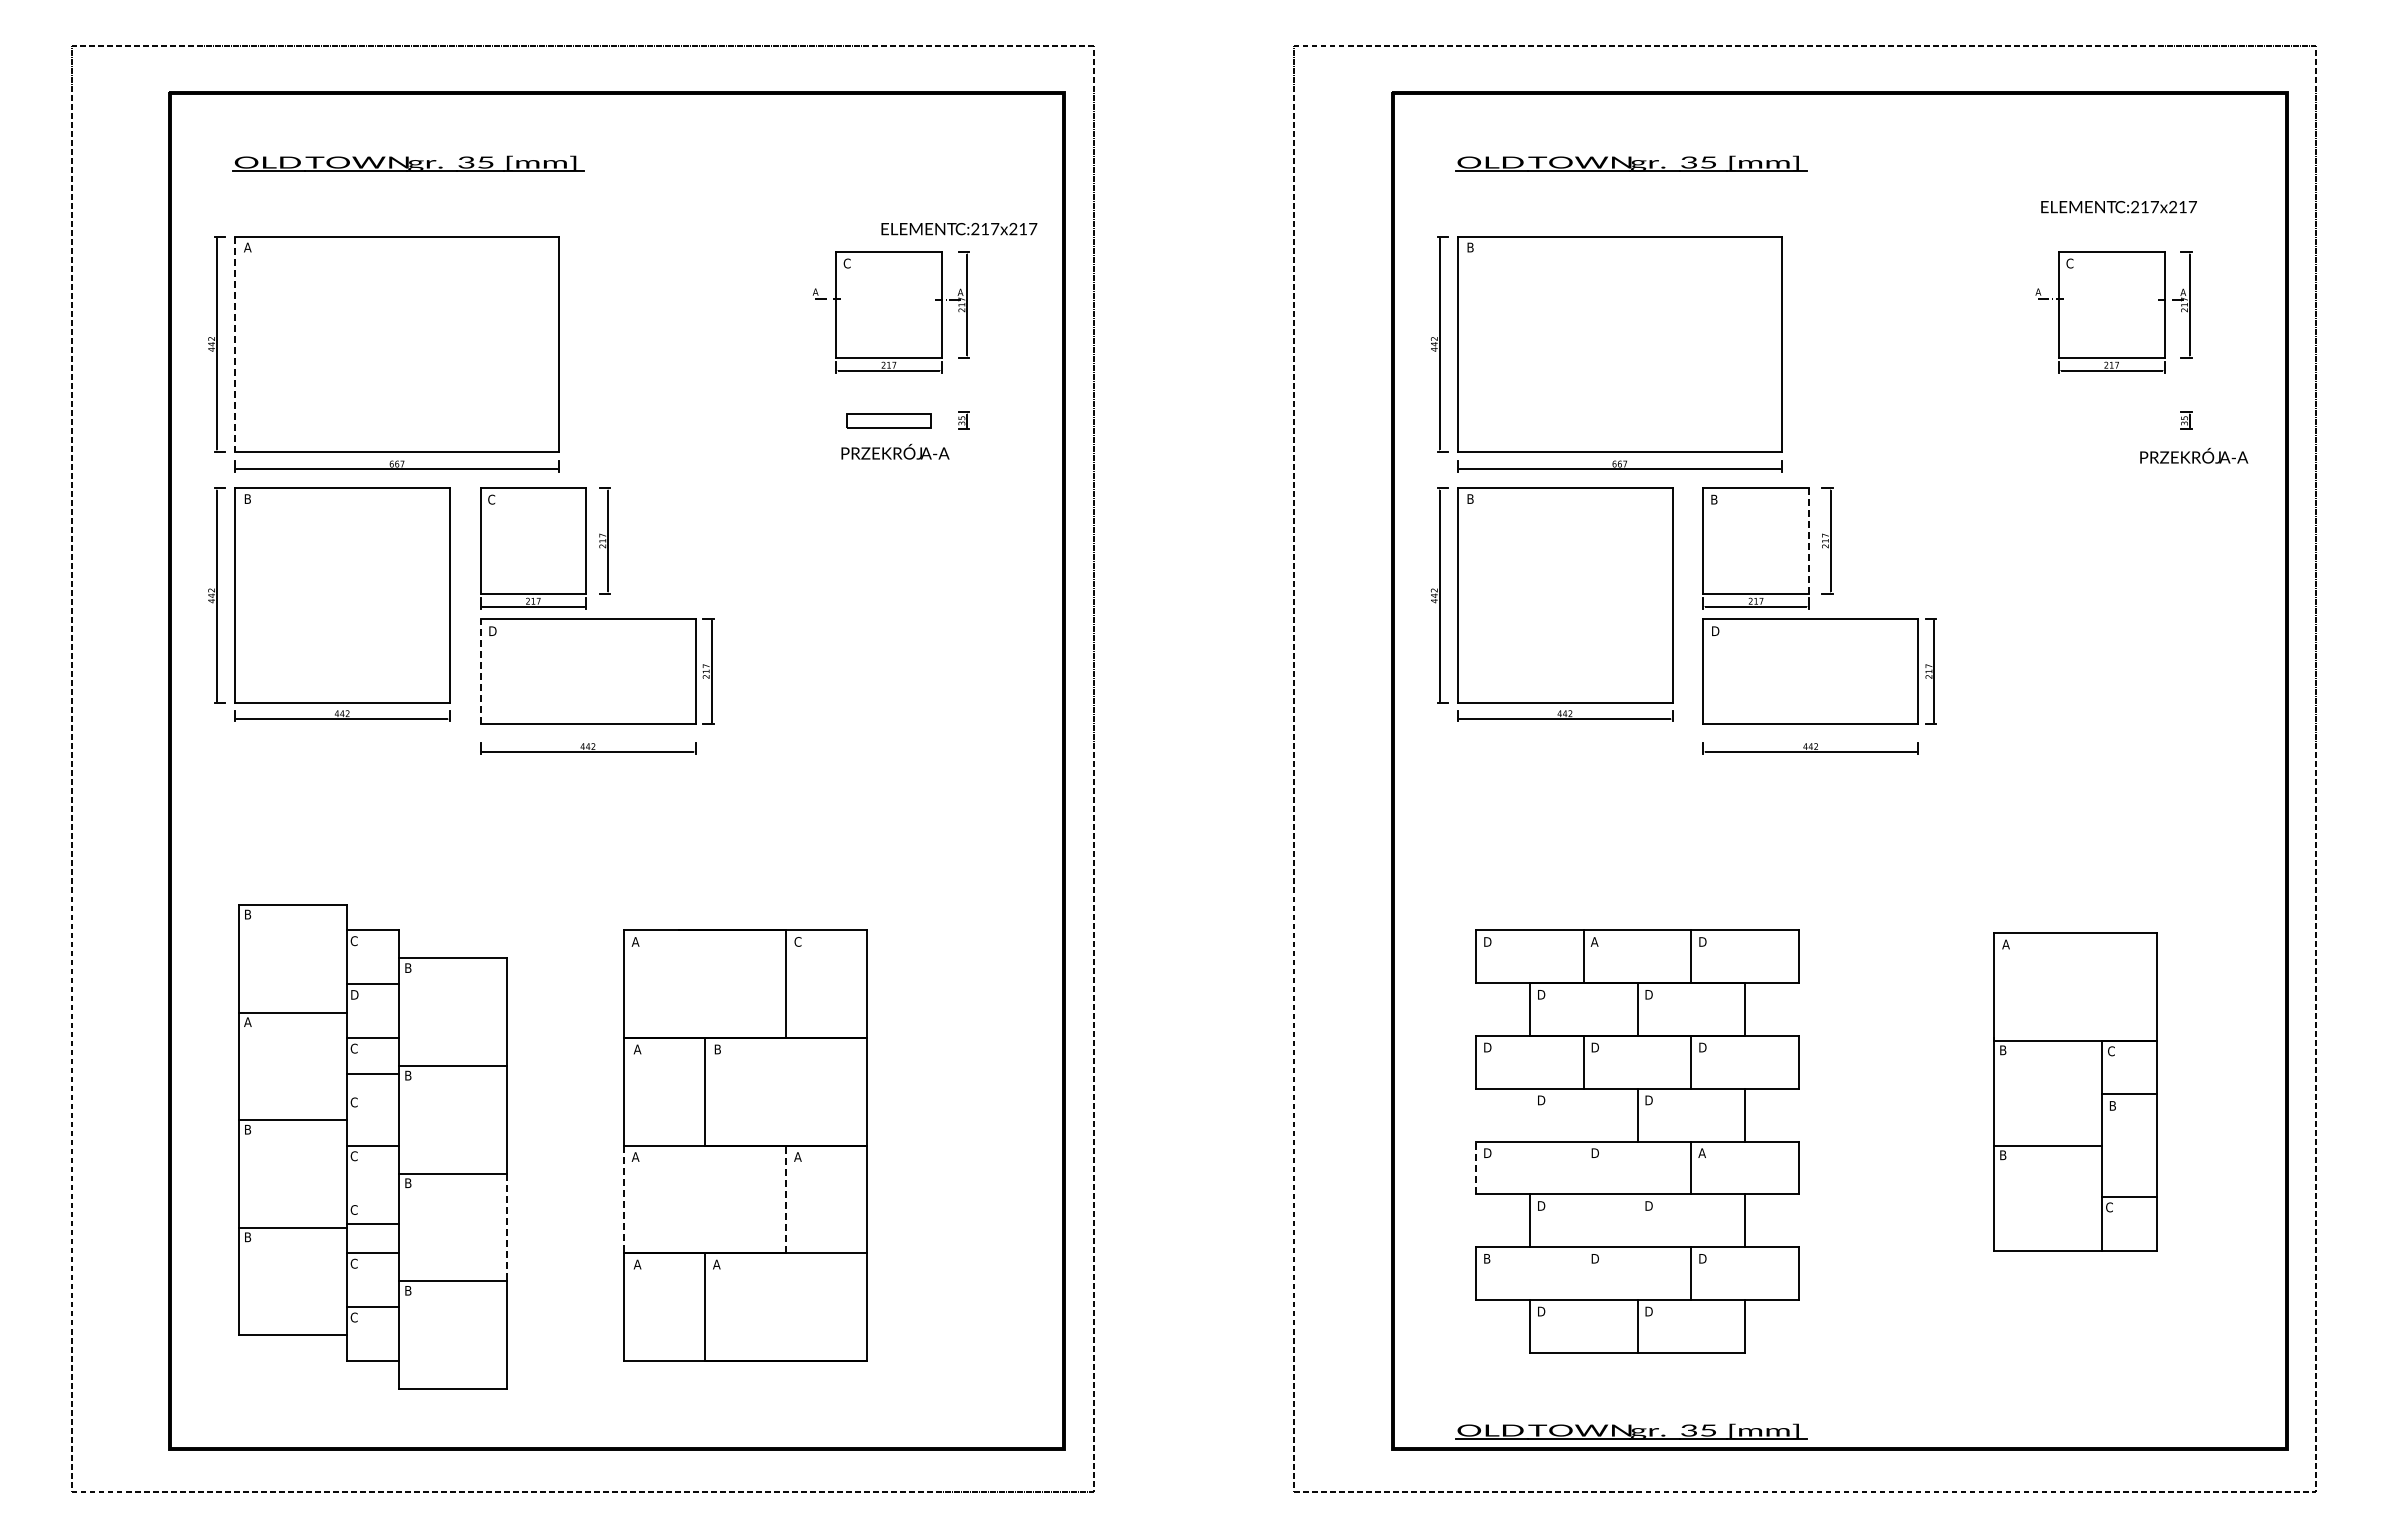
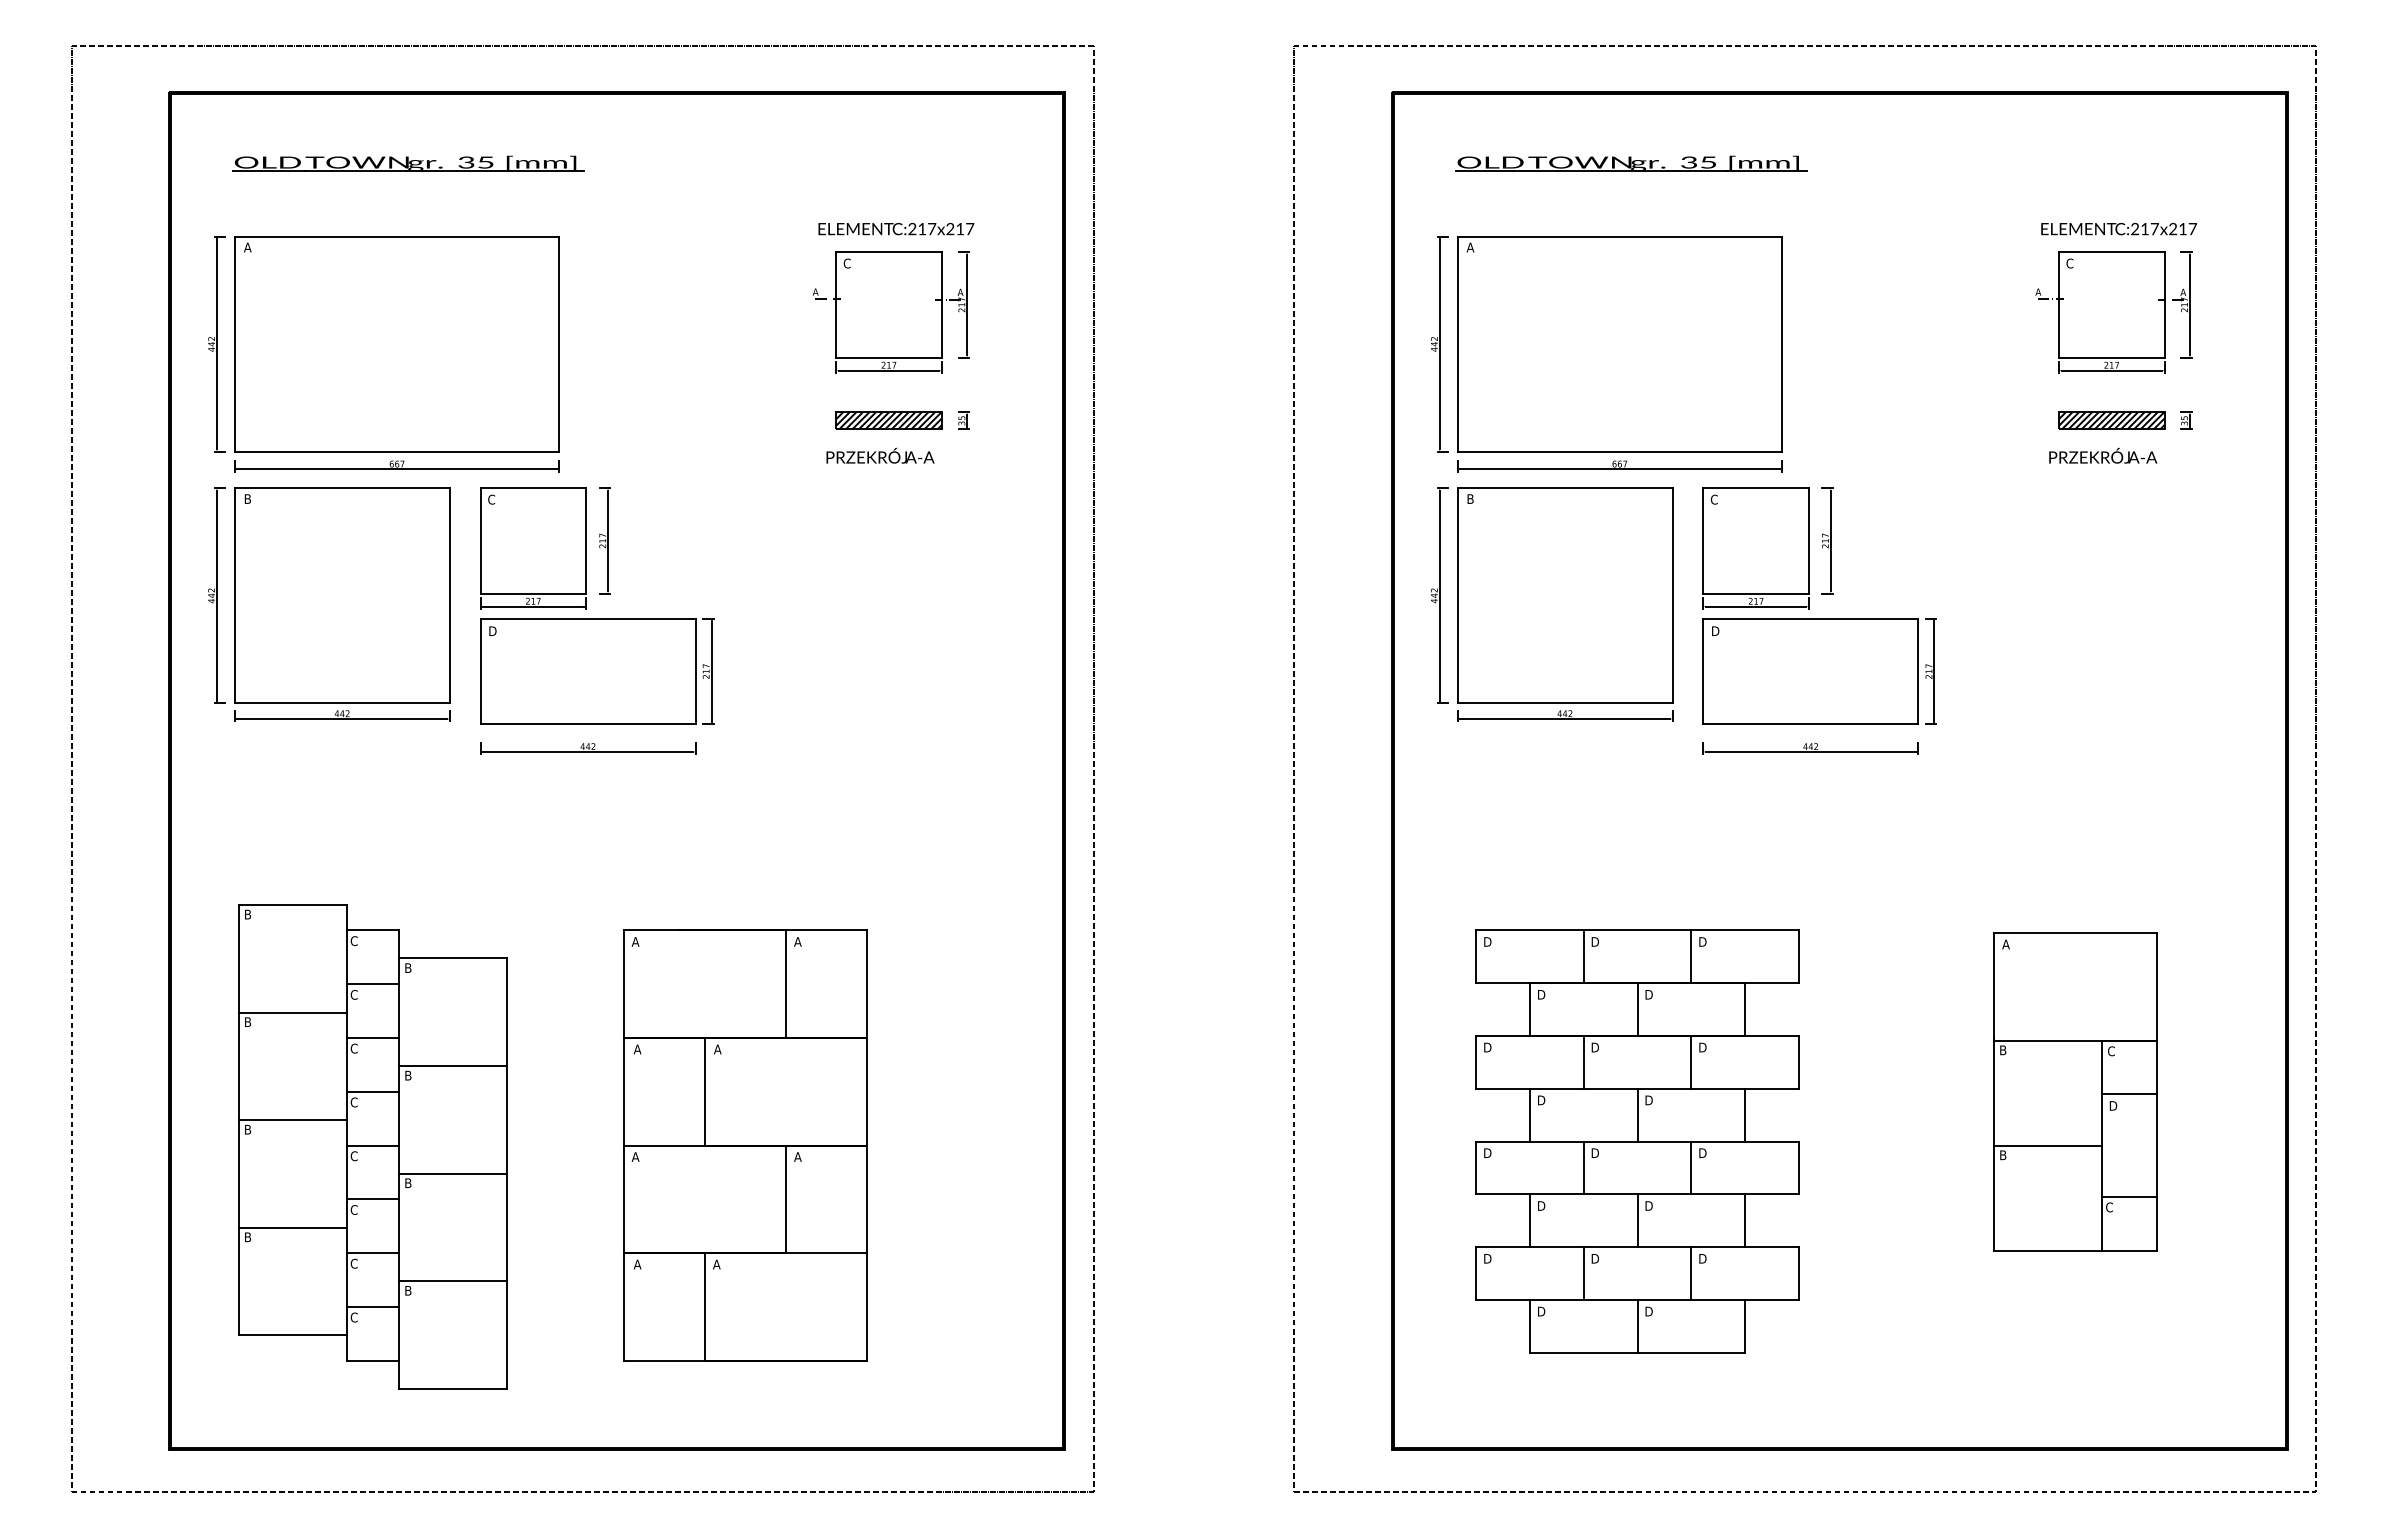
text at (2118, 207) position: (2118, 207) -> (2118, 229)
text at (959, 229) position: (959, 229) -> (896, 229)
text at (1470, 247): B -> A
line at (234, 344): dashed -> solid
part at (888, 420) size: 86x16 px -> 108x19 px
part at (2111, 420): none -> present
text at (895, 451) position: (895, 451) -> (880, 455)
text at (2194, 455) position: (2194, 455) -> (2103, 455)
text at (1713, 499): B -> C
line at (1808, 540): dashed -> solid
line at (480, 671): dashed -> solid
text at (797, 941): C -> A
text at (1594, 941): A -> D
text at (354, 994): D -> C
text at (247, 1021): A -> B
text at (717, 1049): B -> A
line at (372, 1073) position: (372, 1073) -> (372, 1091)
text at (2114, 1105): B -> D
line at (1529, 1114): none -> present
text at (1702, 1152): A -> D
line at (1476, 1167): dashed -> solid
line at (1583, 1167): none -> present
line at (623, 1199): dashed -> solid
line at (786, 1199): dashed -> solid
line at (1637, 1220): none -> present
line at (372, 1224) position: (372, 1224) -> (372, 1199)
line at (507, 1227): dashed -> solid
text at (1488, 1258): B -> D
line at (1583, 1273): none -> present
part at (1631, 1431): present -> none
